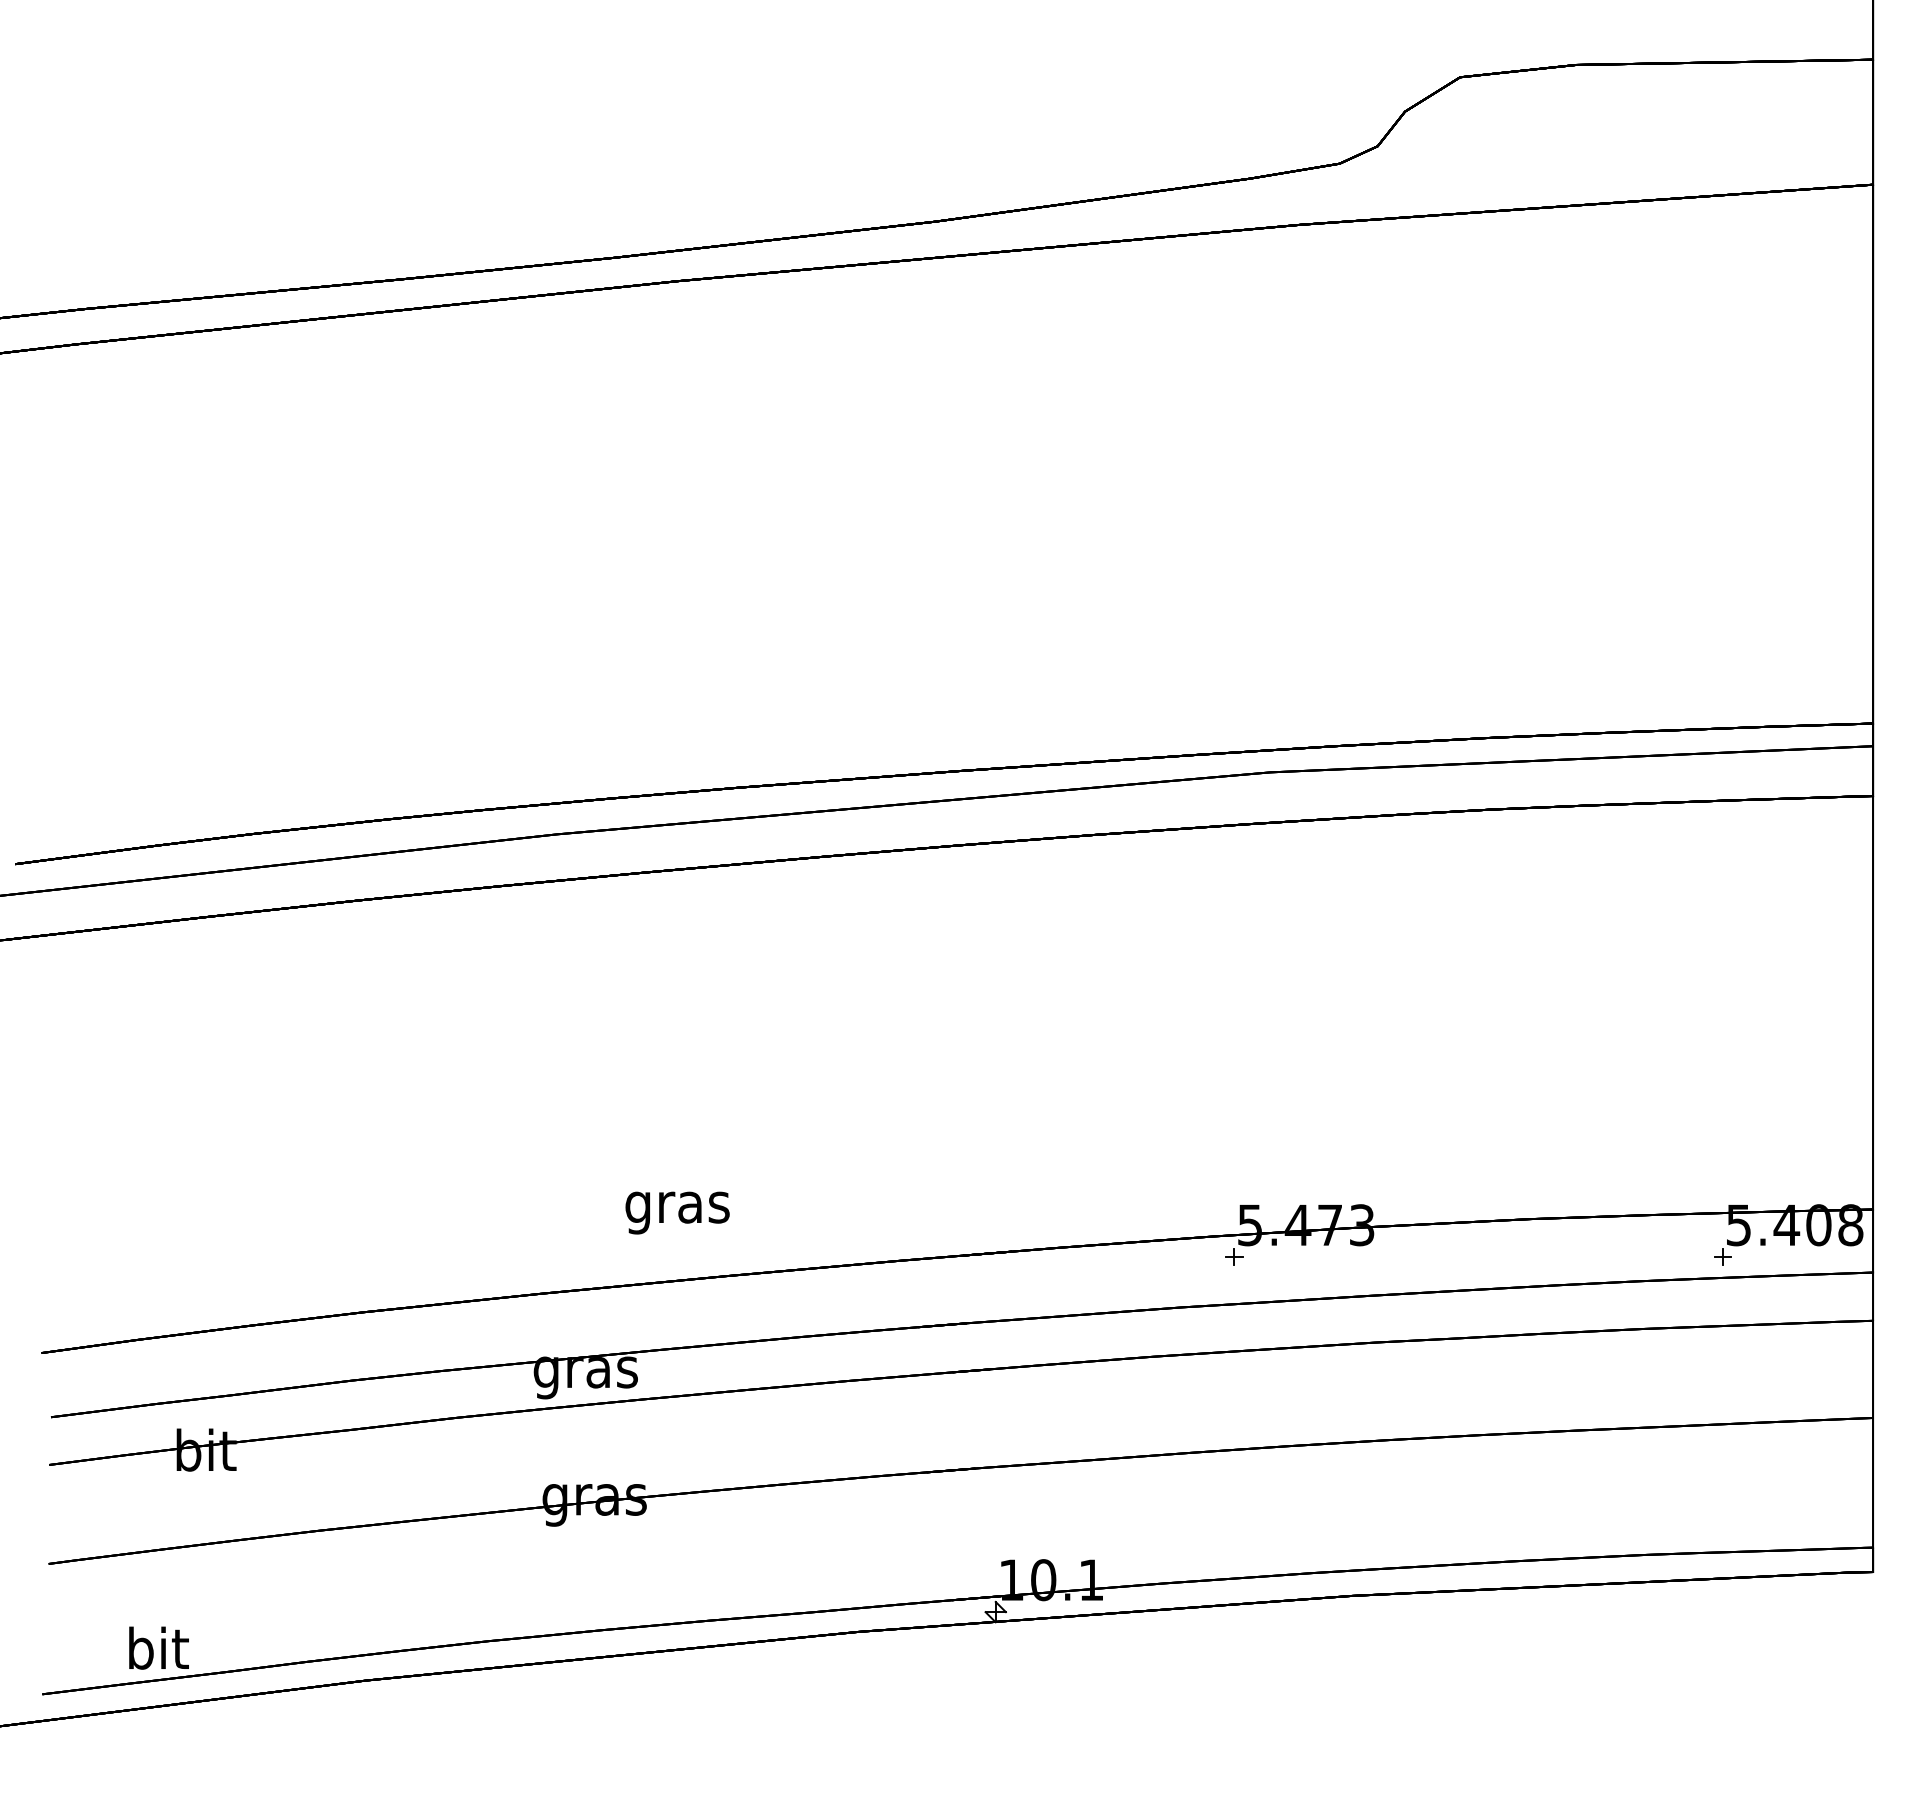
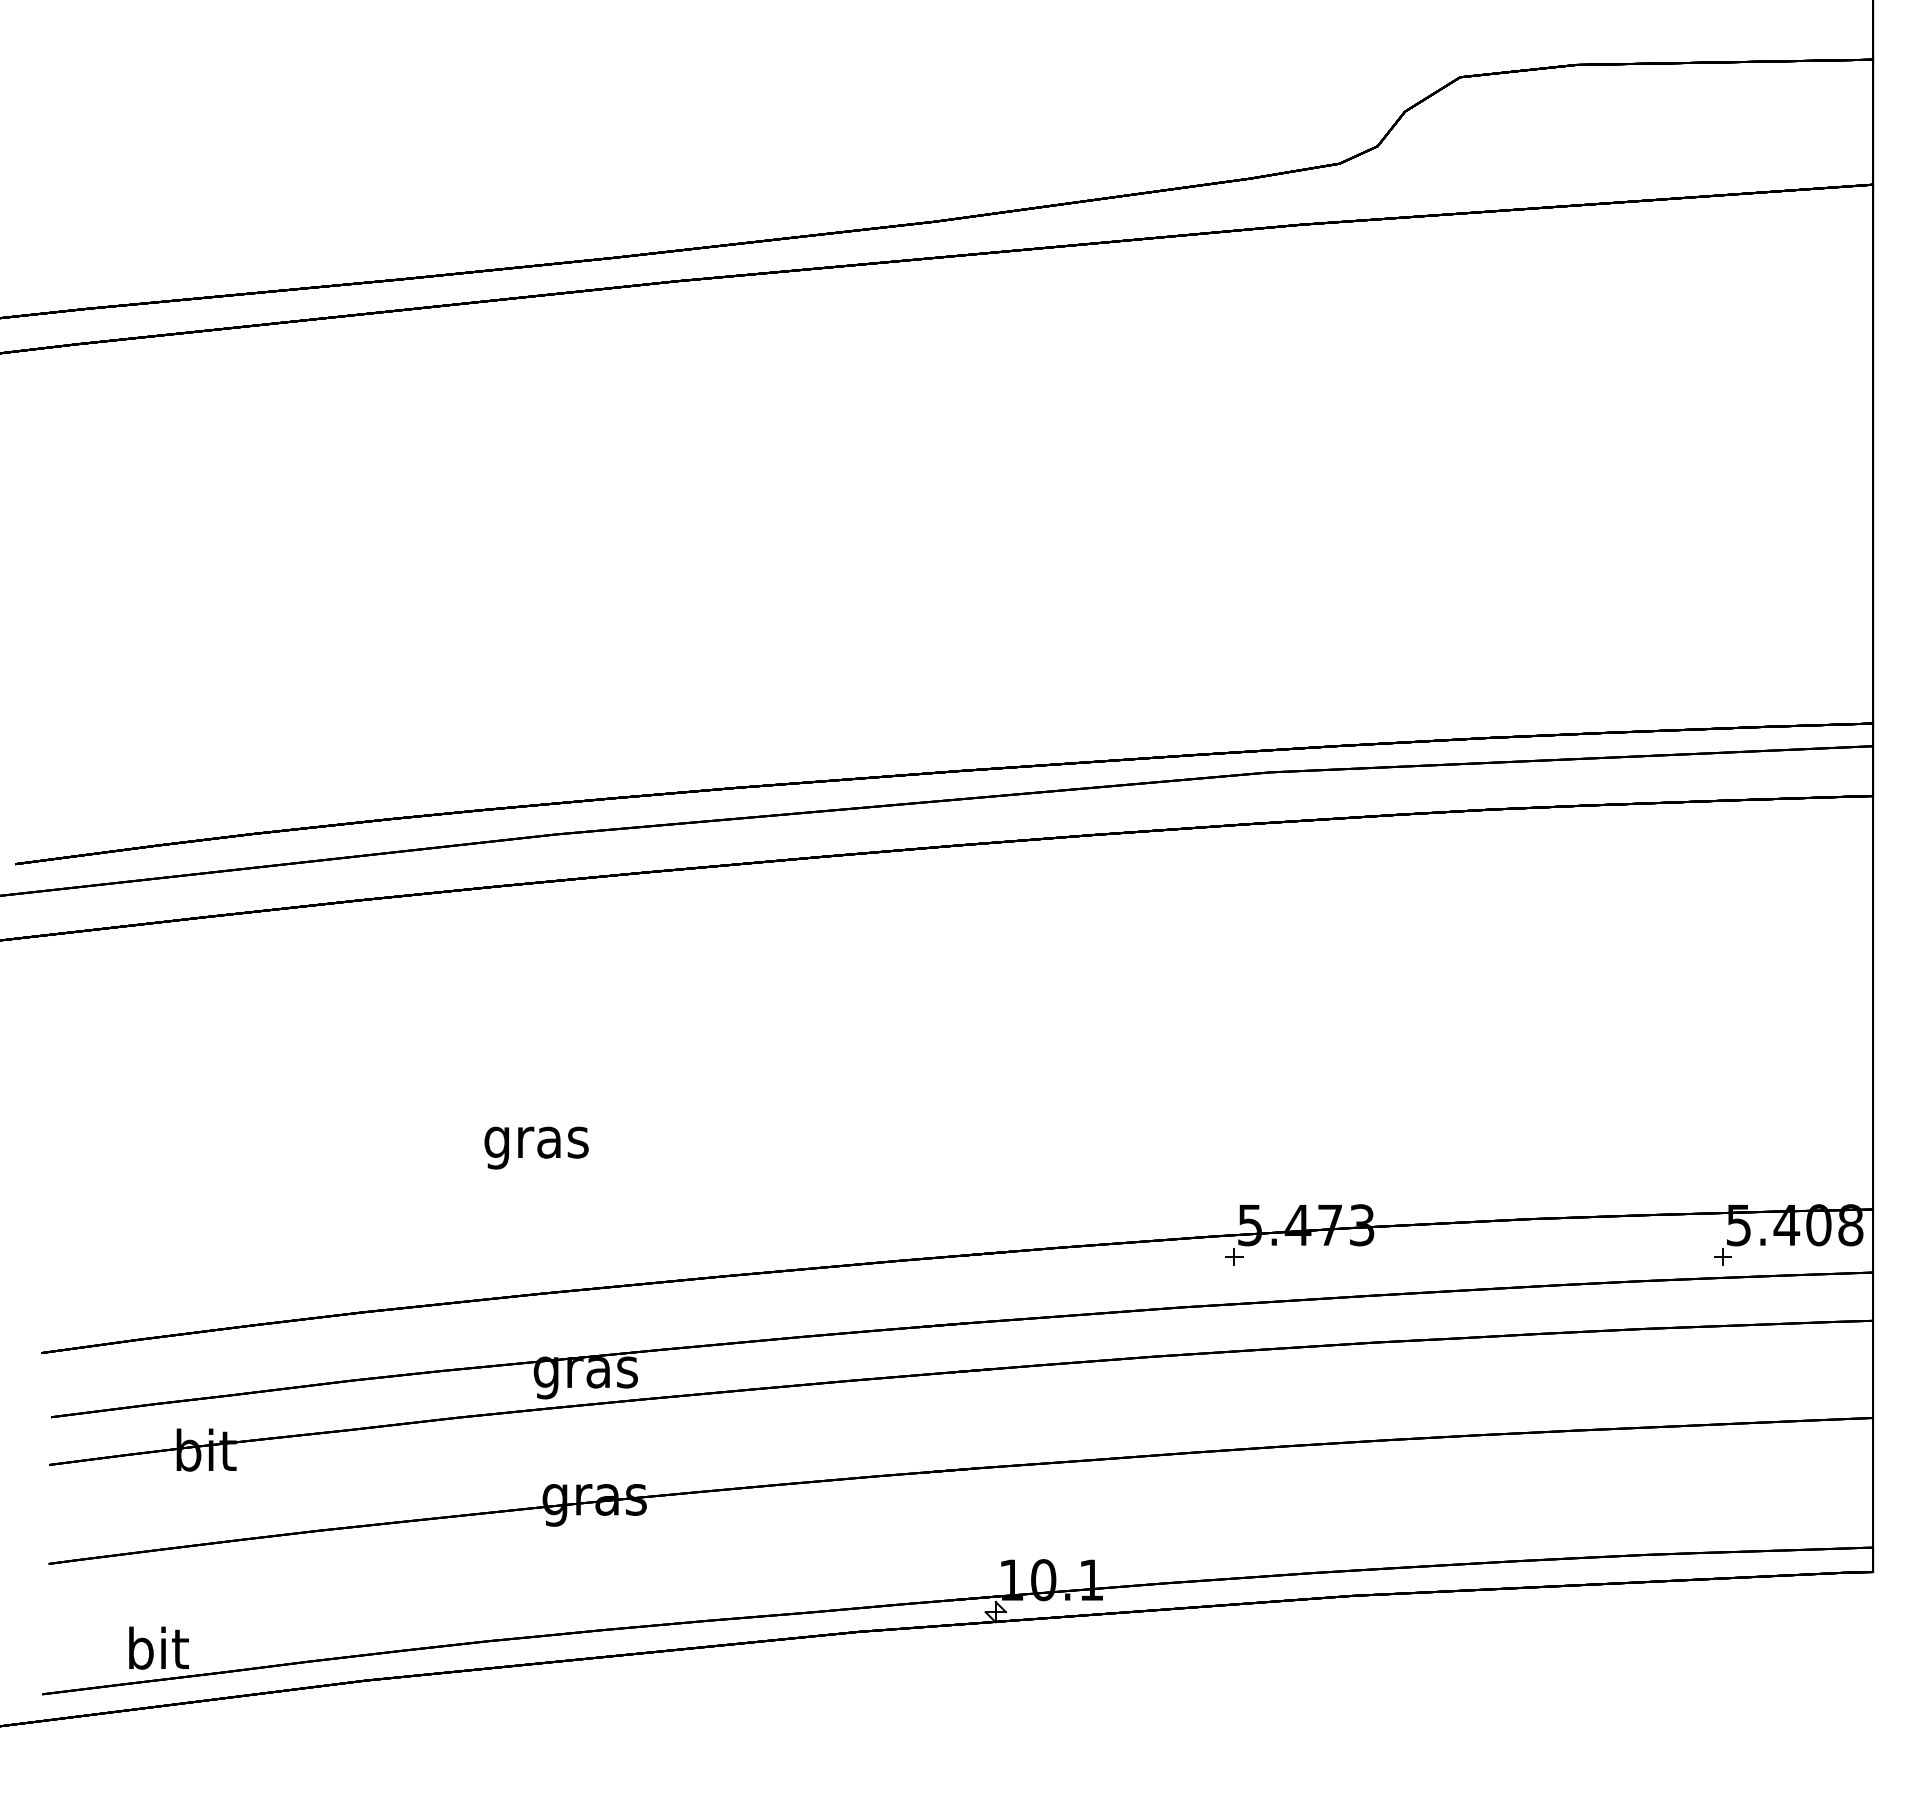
text at (677, 1212) position: (677, 1212) -> (536, 1147)
